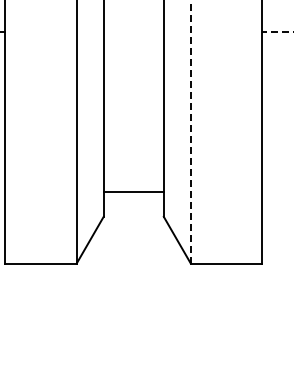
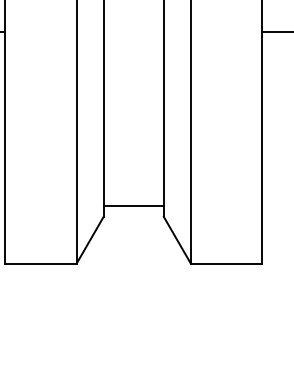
line at (277, 32): dashed -> solid
line at (190, 131): dashed -> solid
line at (133, 191) position: (133, 191) -> (133, 205)
